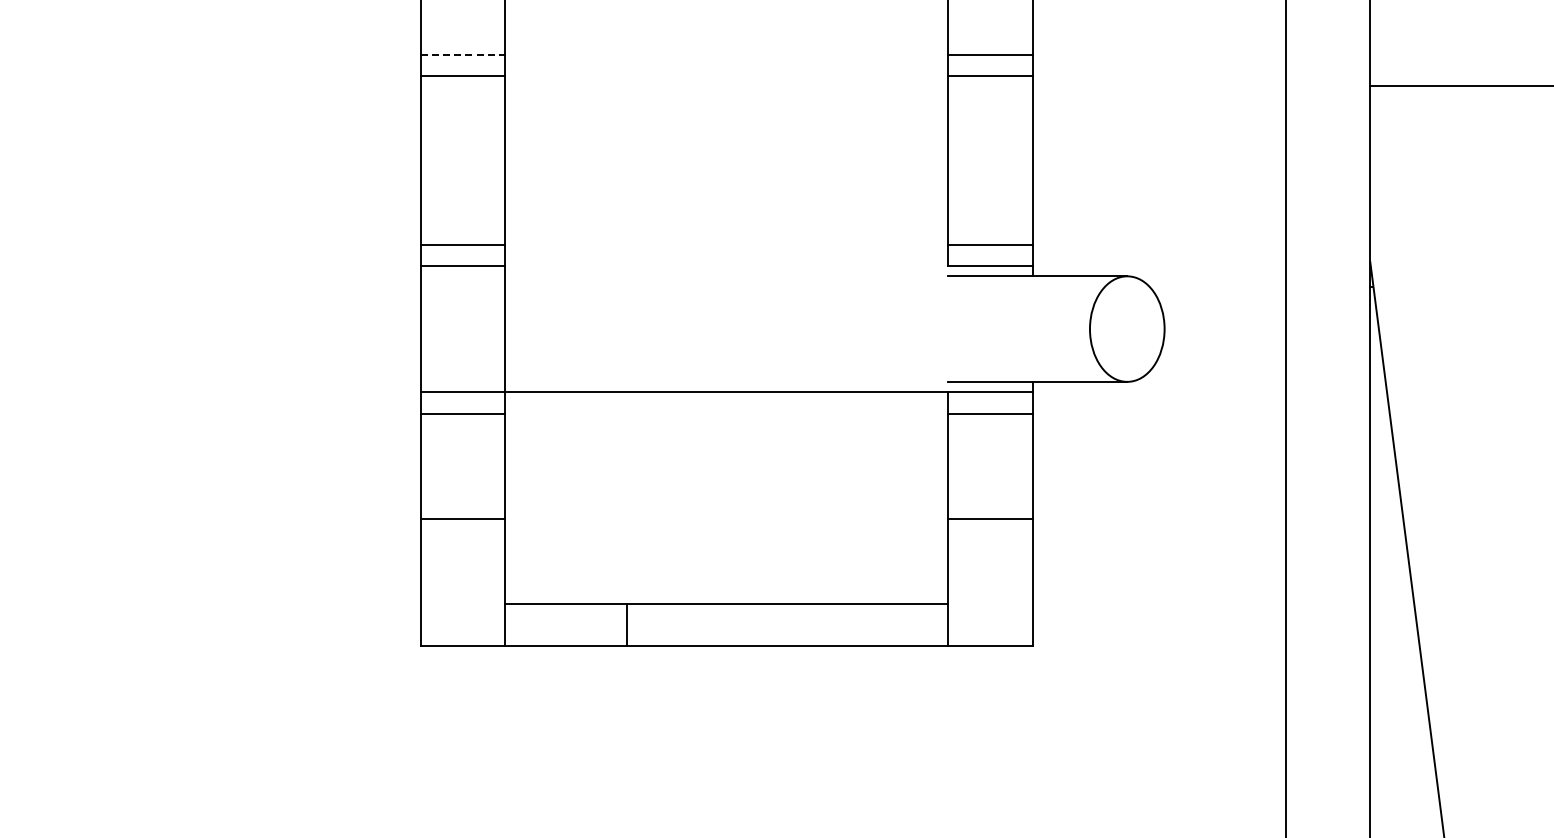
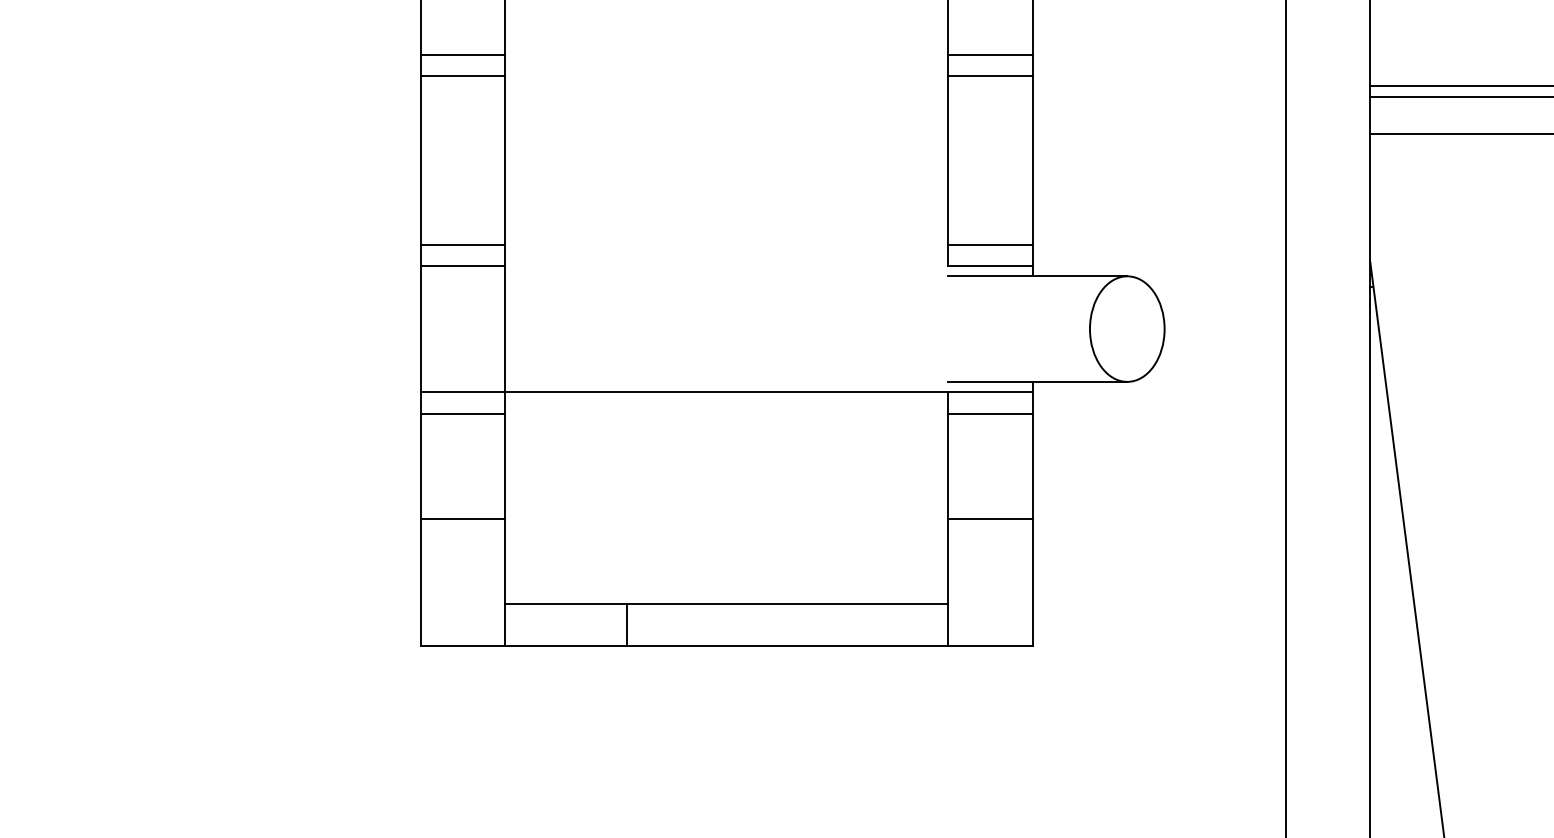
line at (463, 54): dashed -> solid
line at (1460, 96): none -> present
line at (1460, 133): none -> present
